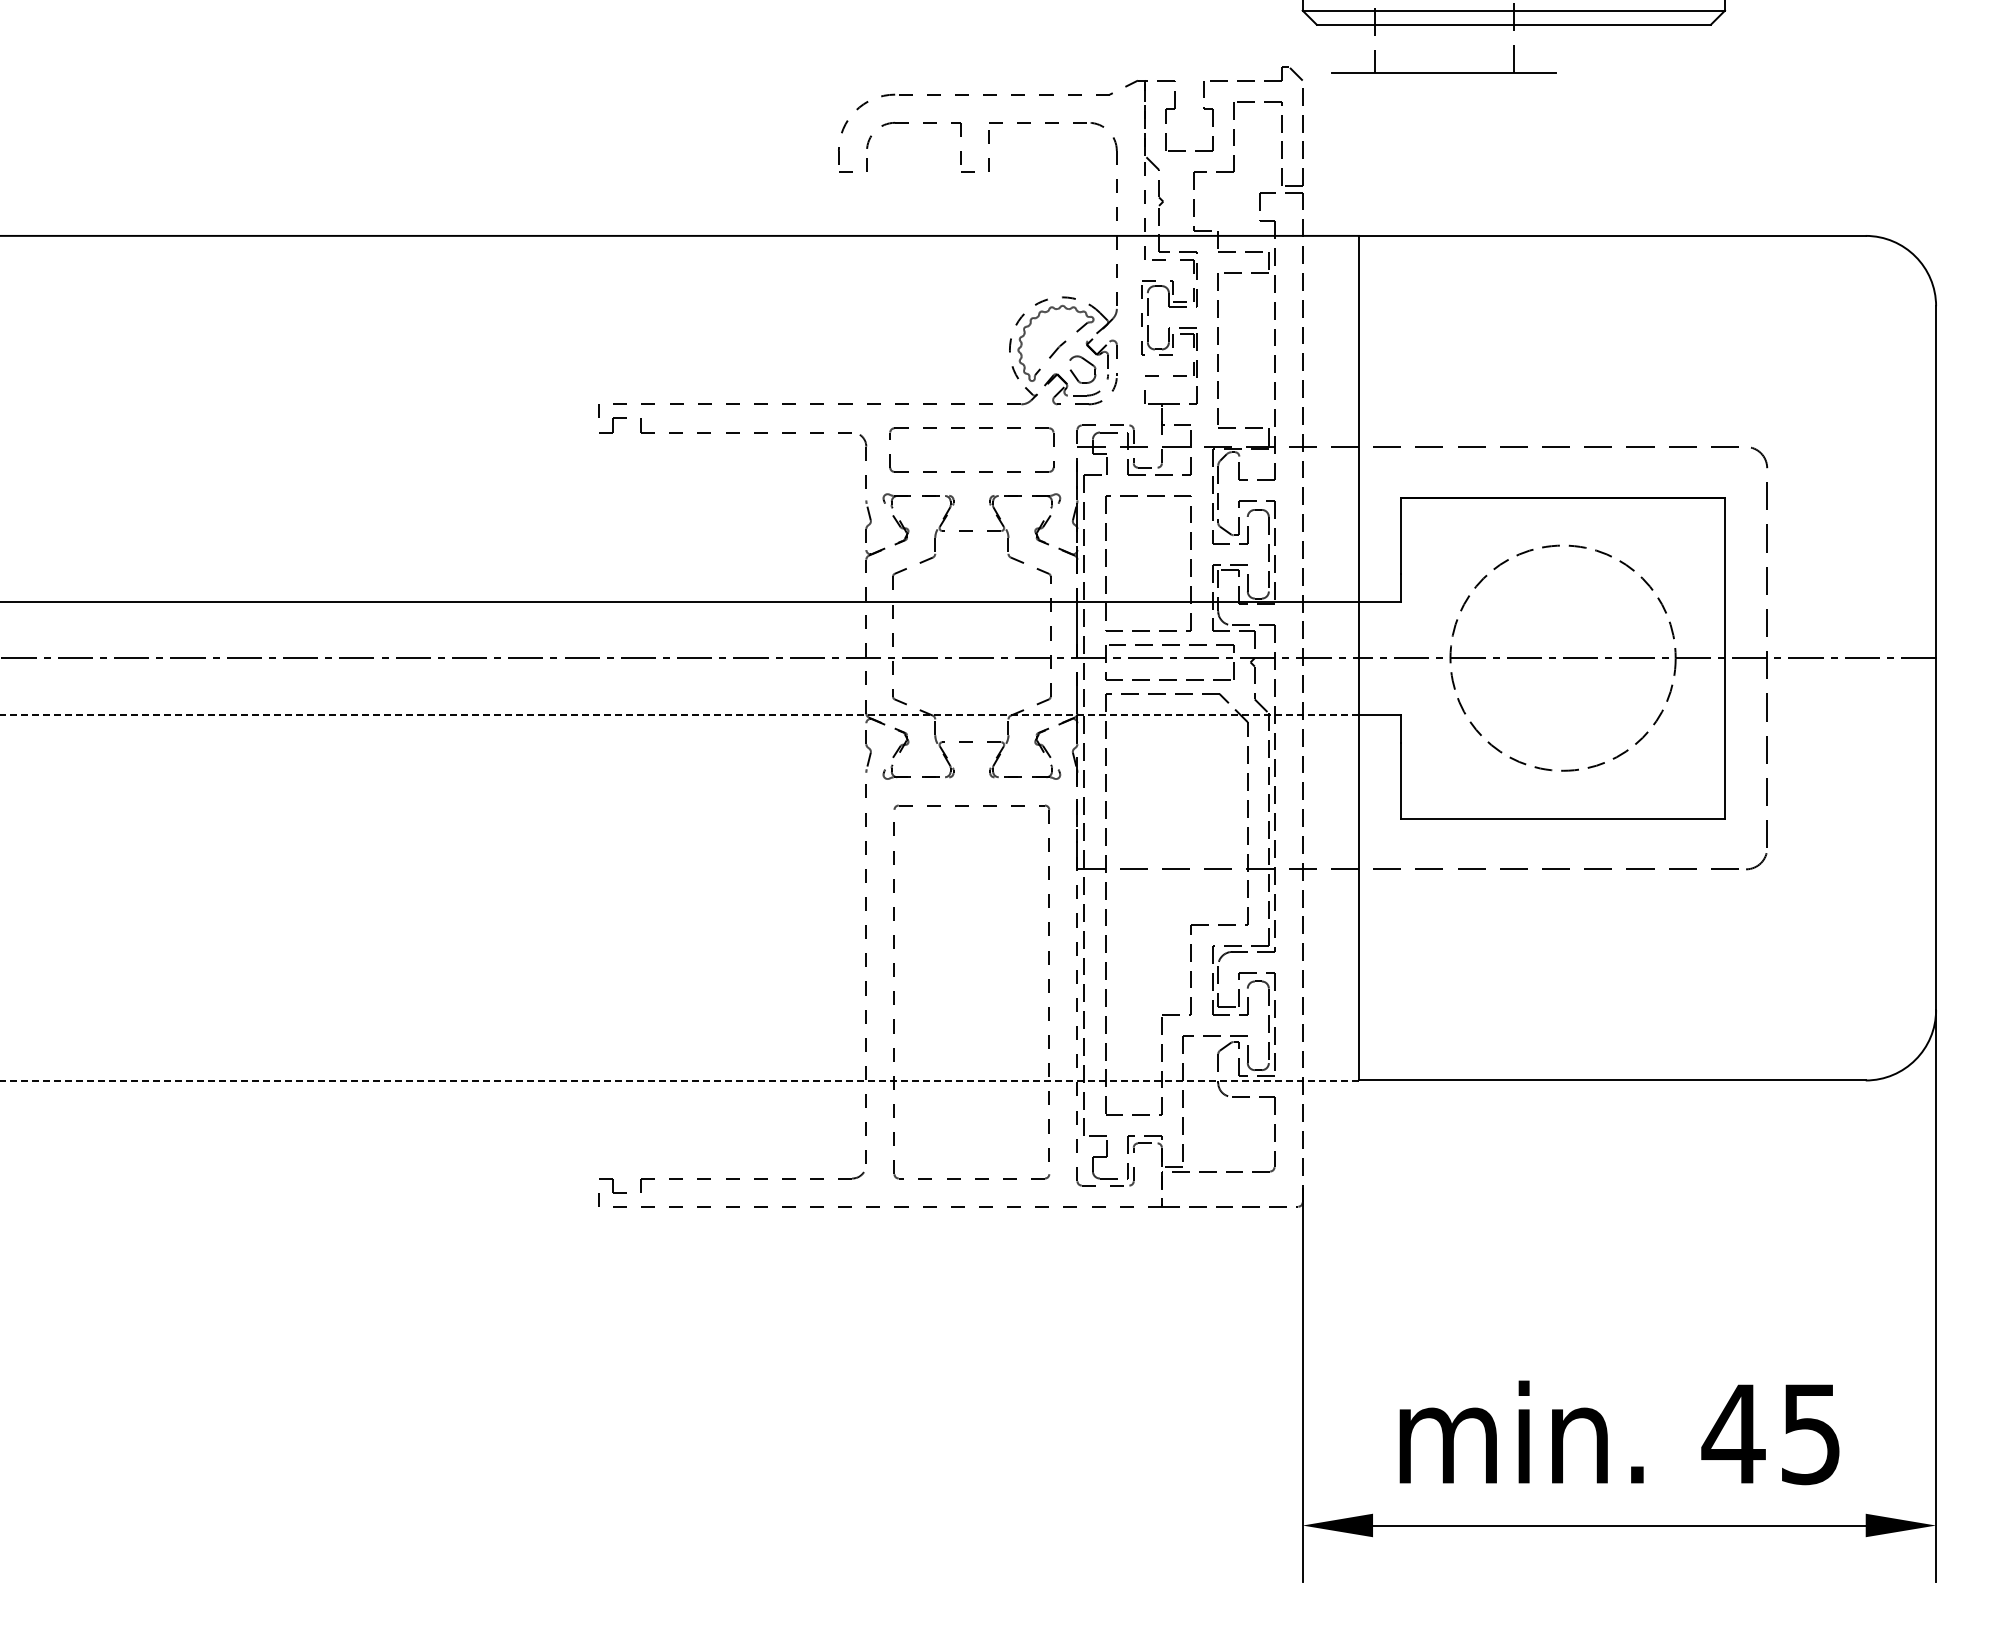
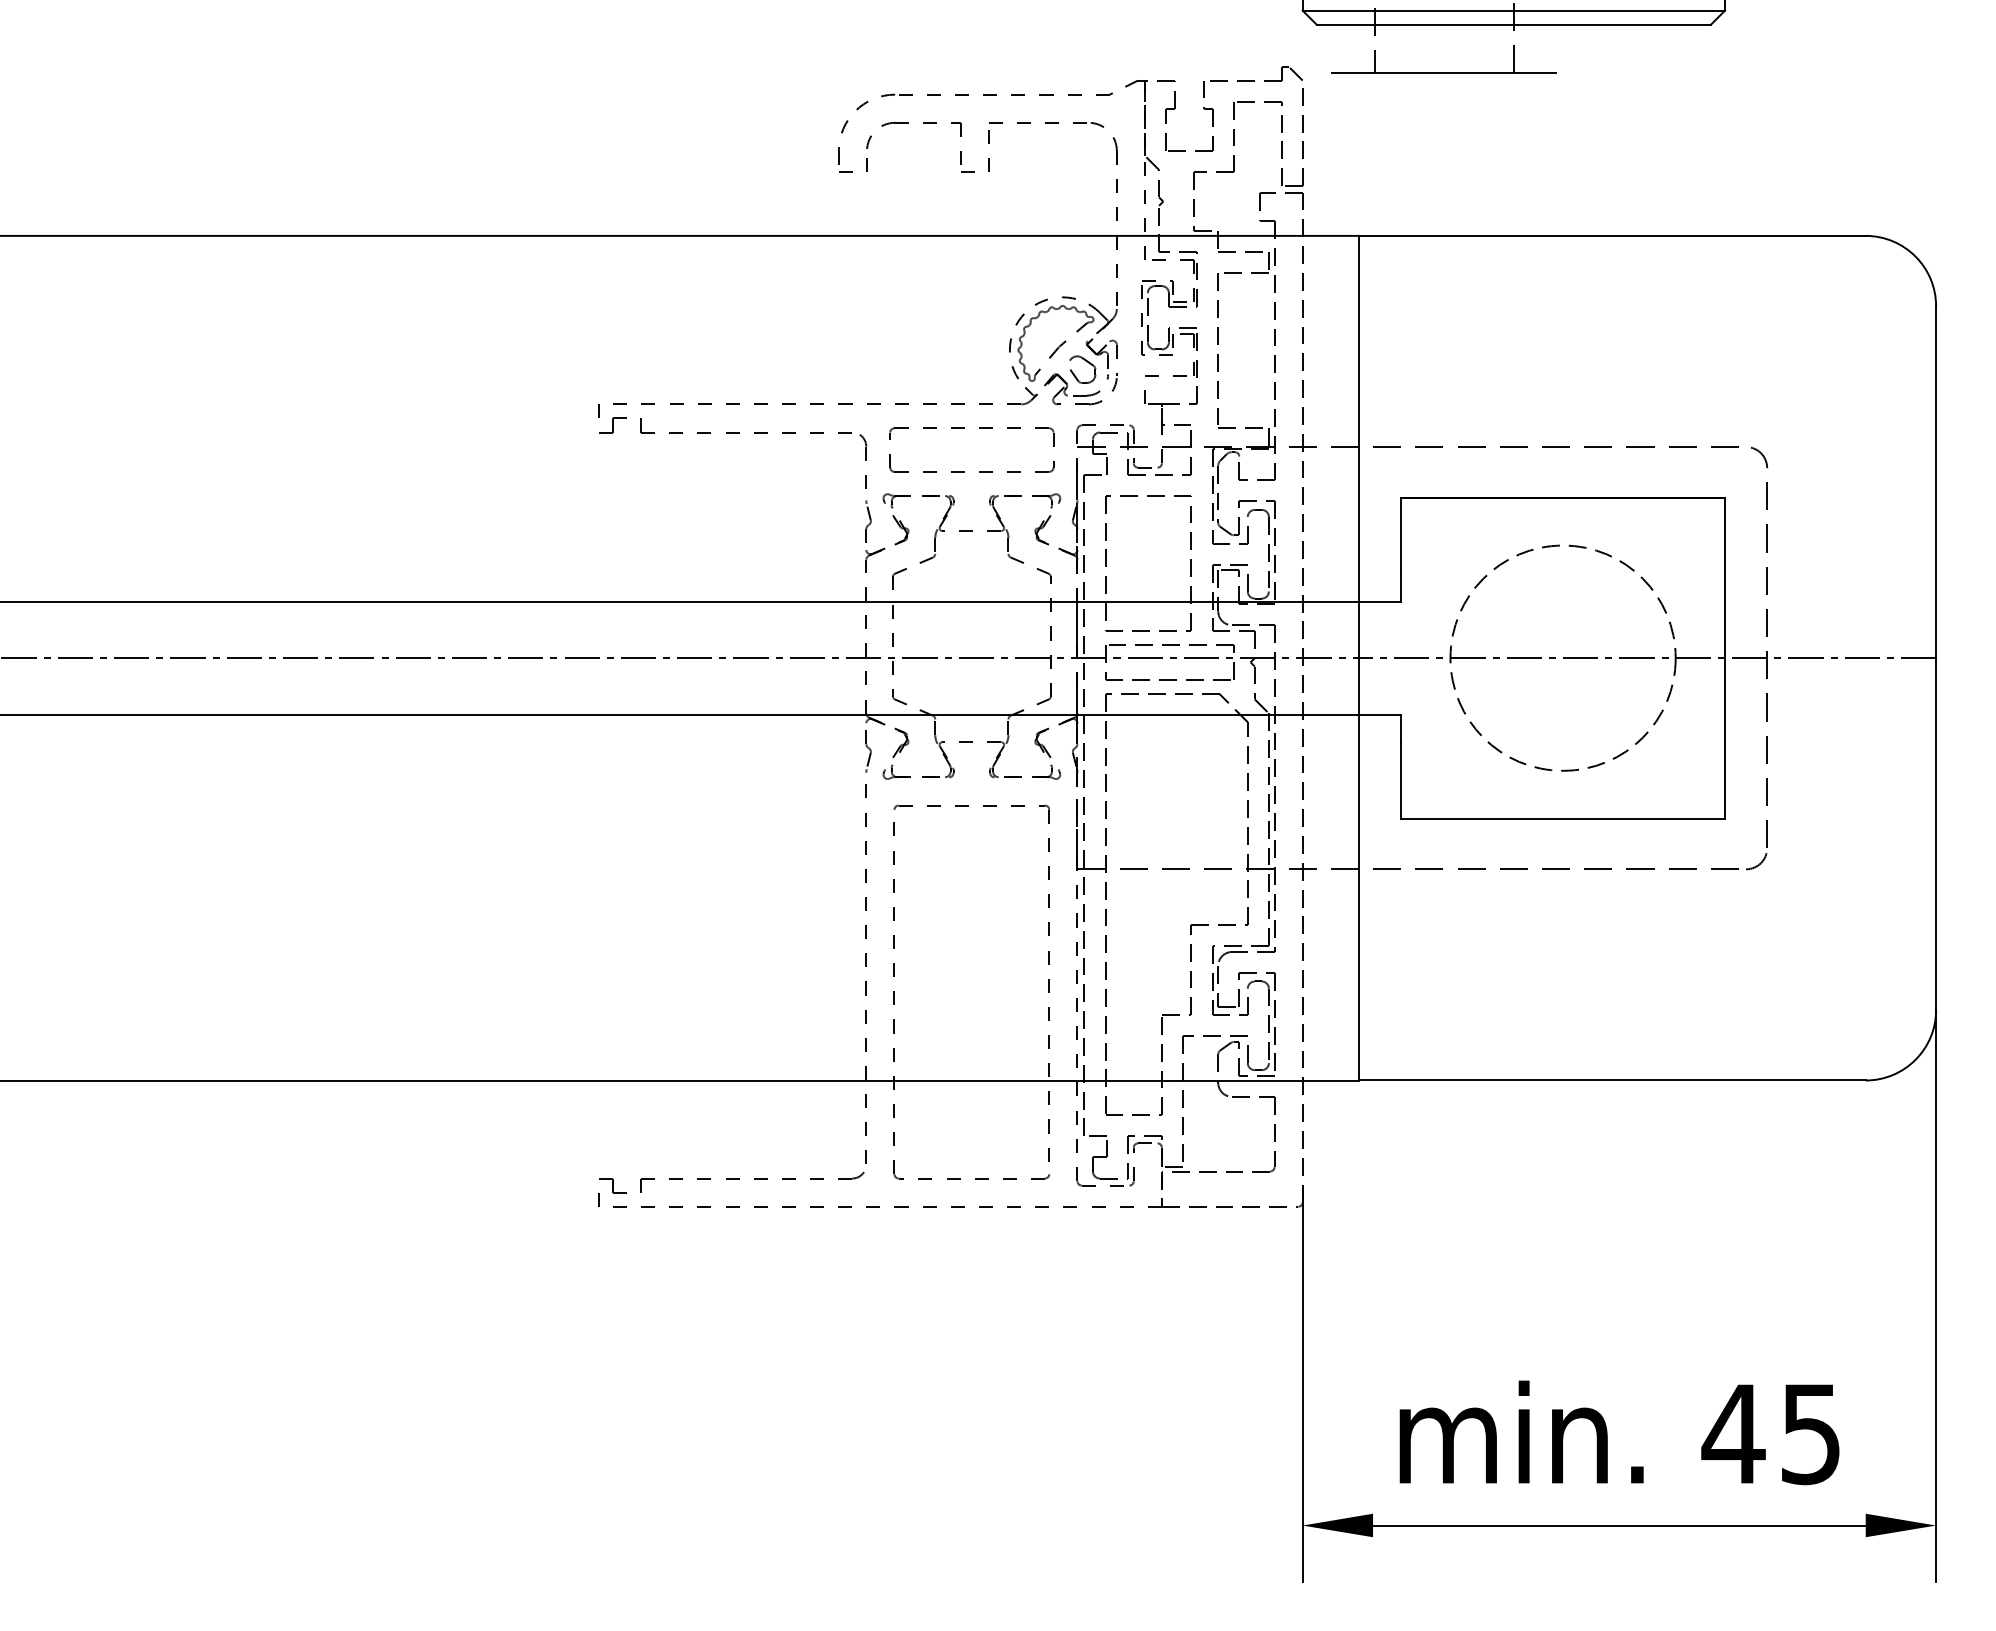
line at (679, 714): dashed -> solid
line at (679, 1080): dashed -> solid
